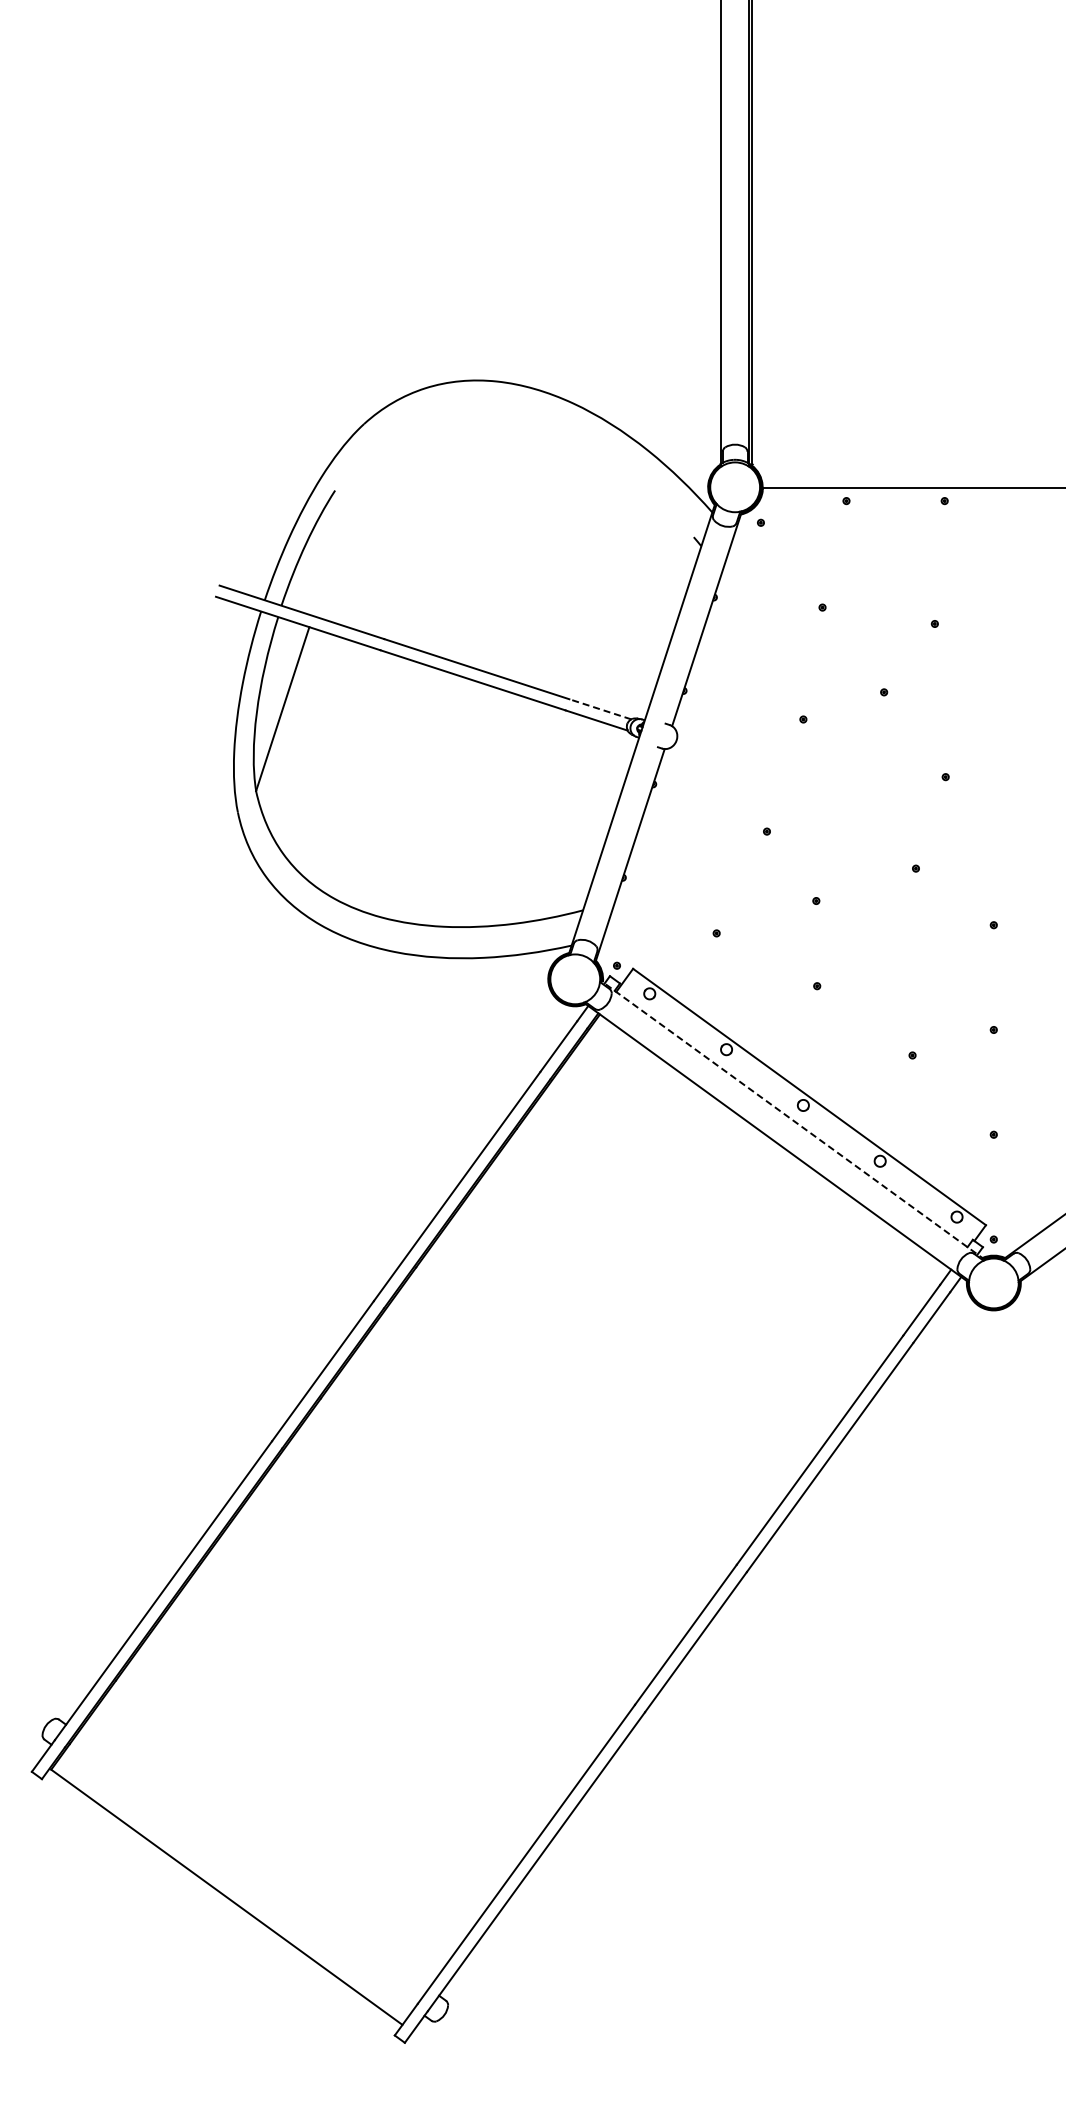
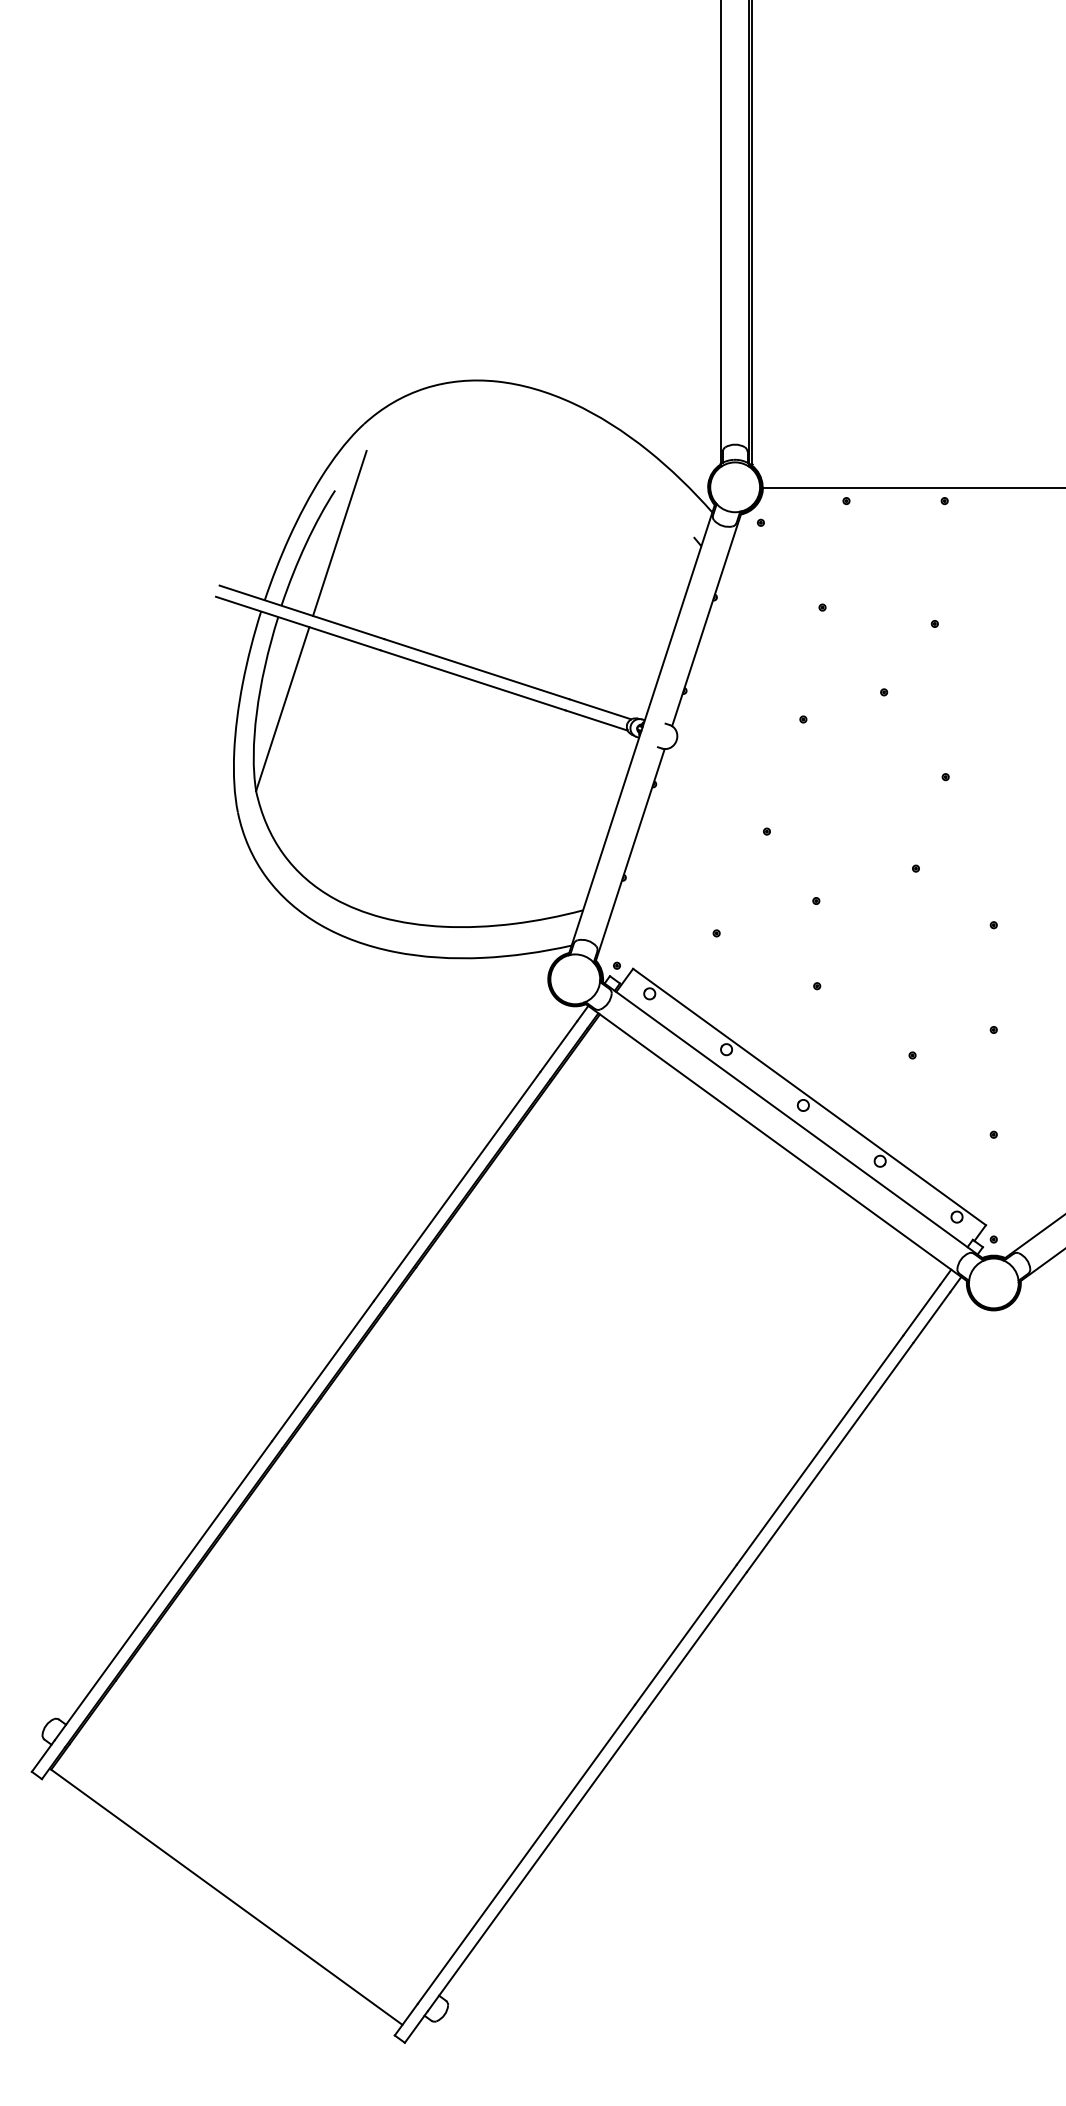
line at (339, 533): none -> present
line at (599, 709): dashed -> solid
line at (792, 1120): dashed -> solid
